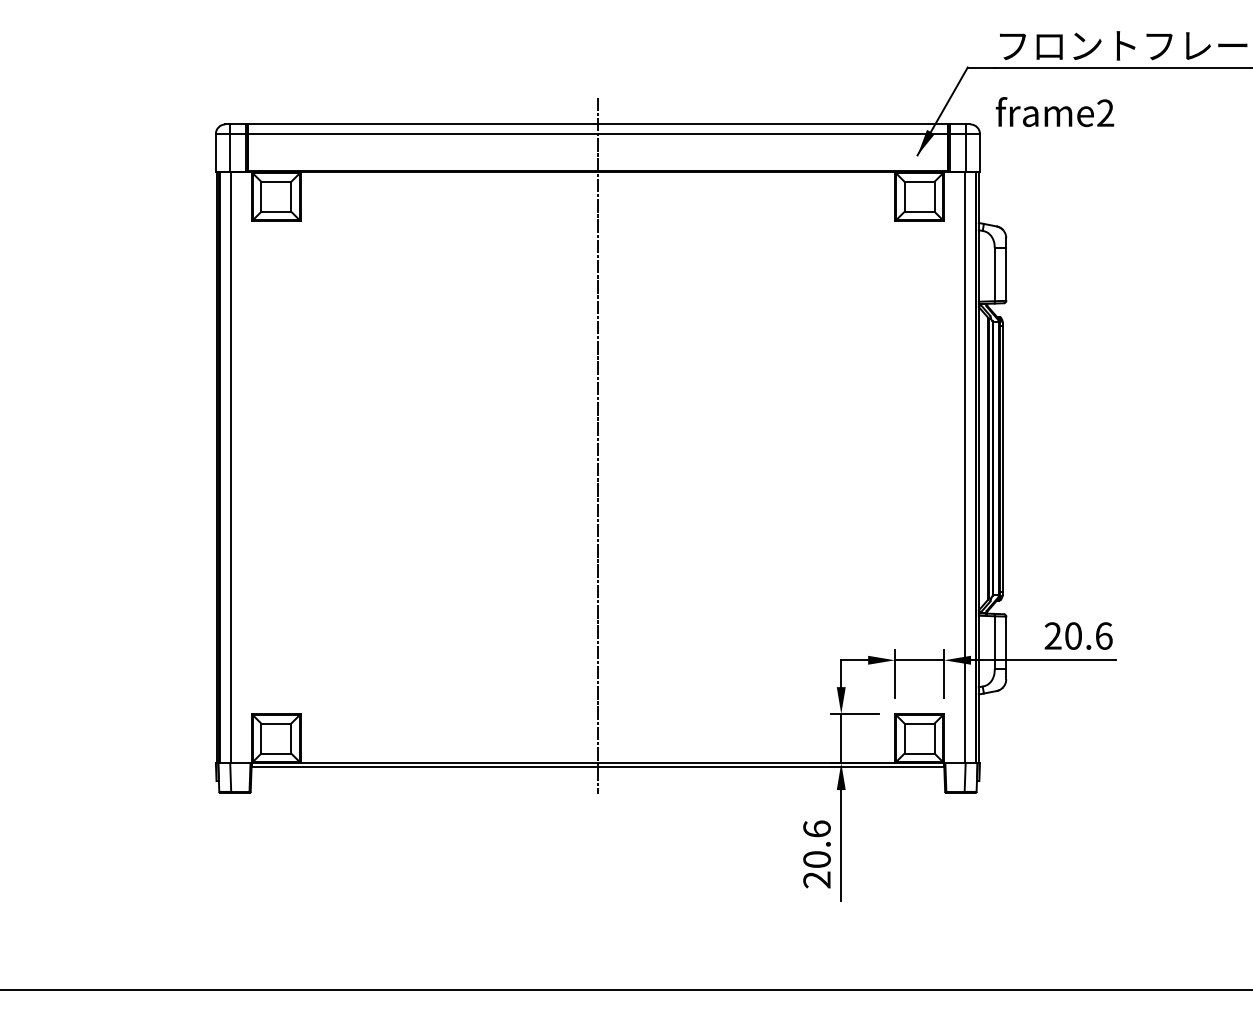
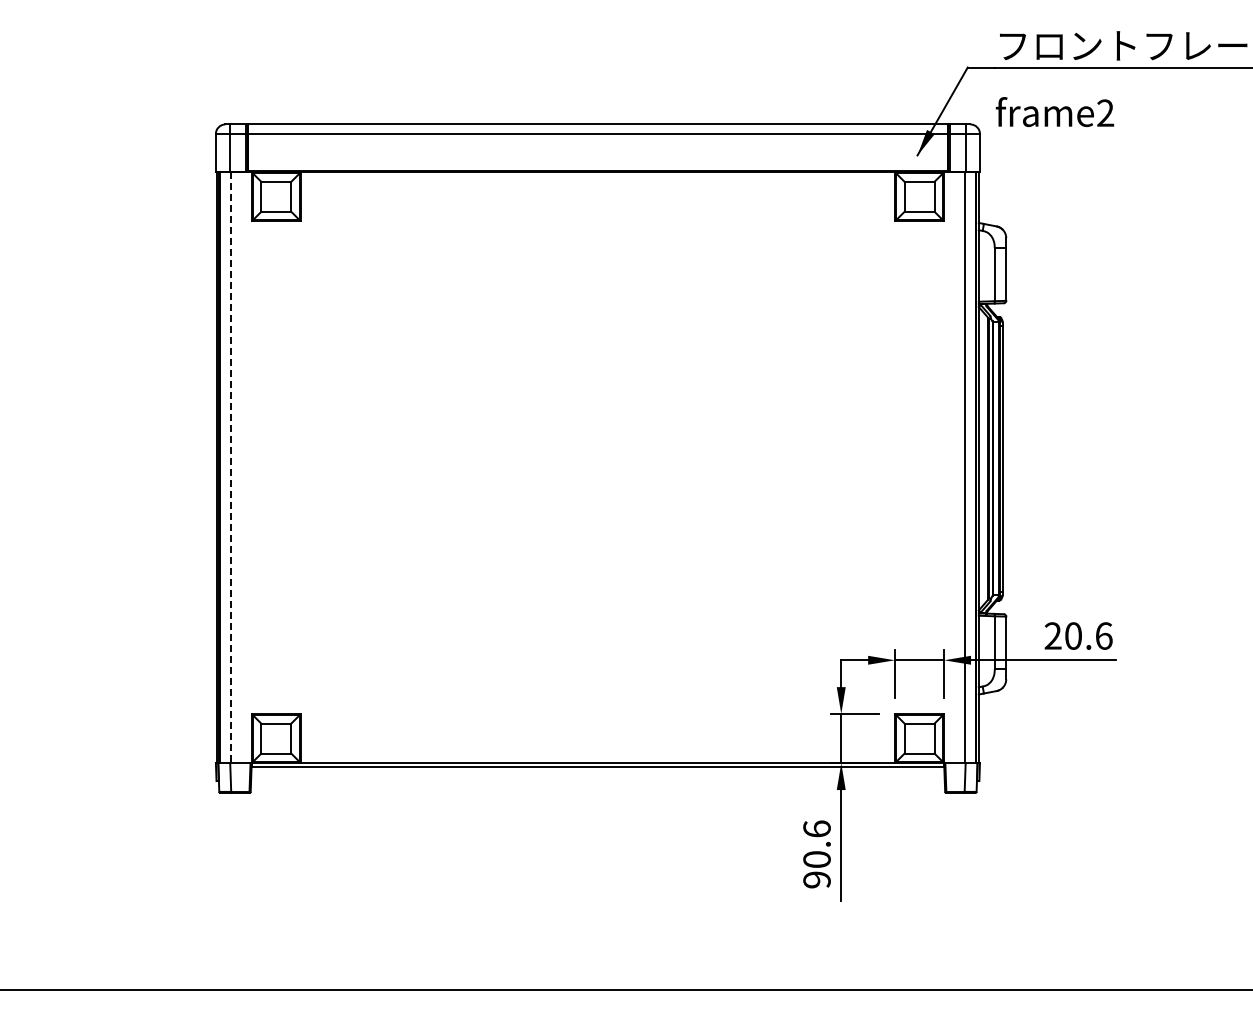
line at (597, 445): present -> none
line at (230, 468): solid -> dashed
text at (816, 879): 20.6 -> 90.6
